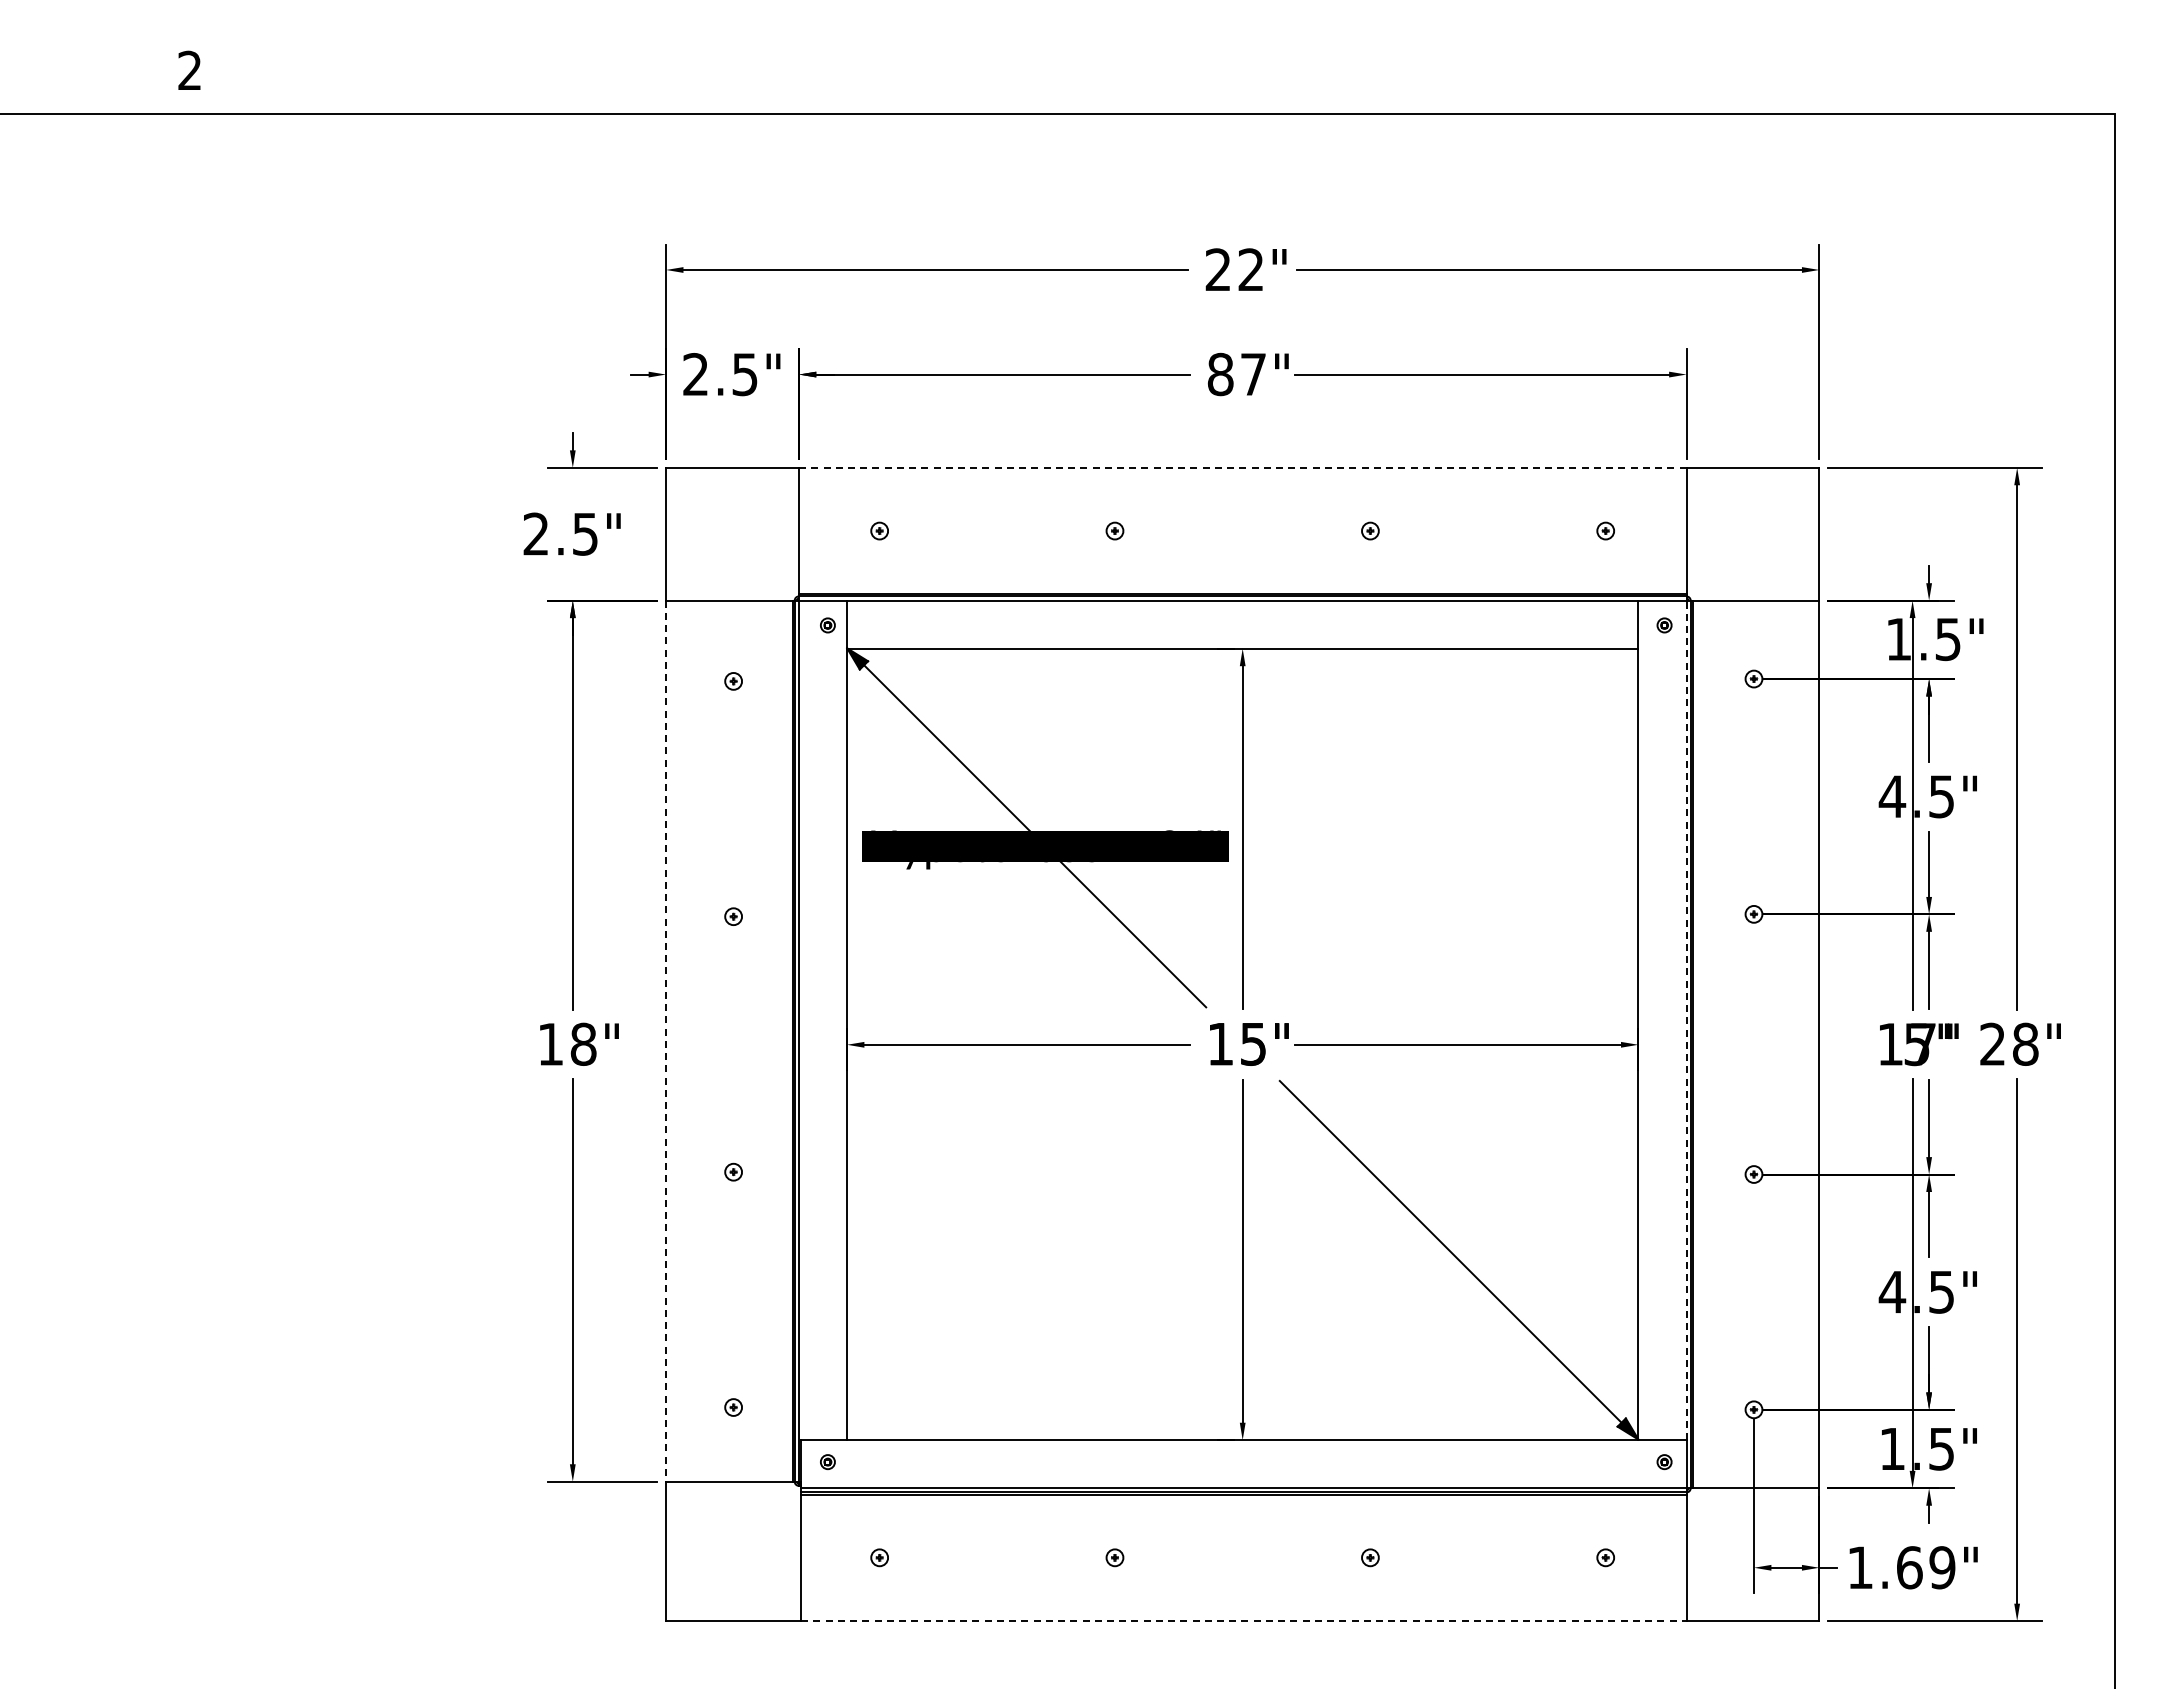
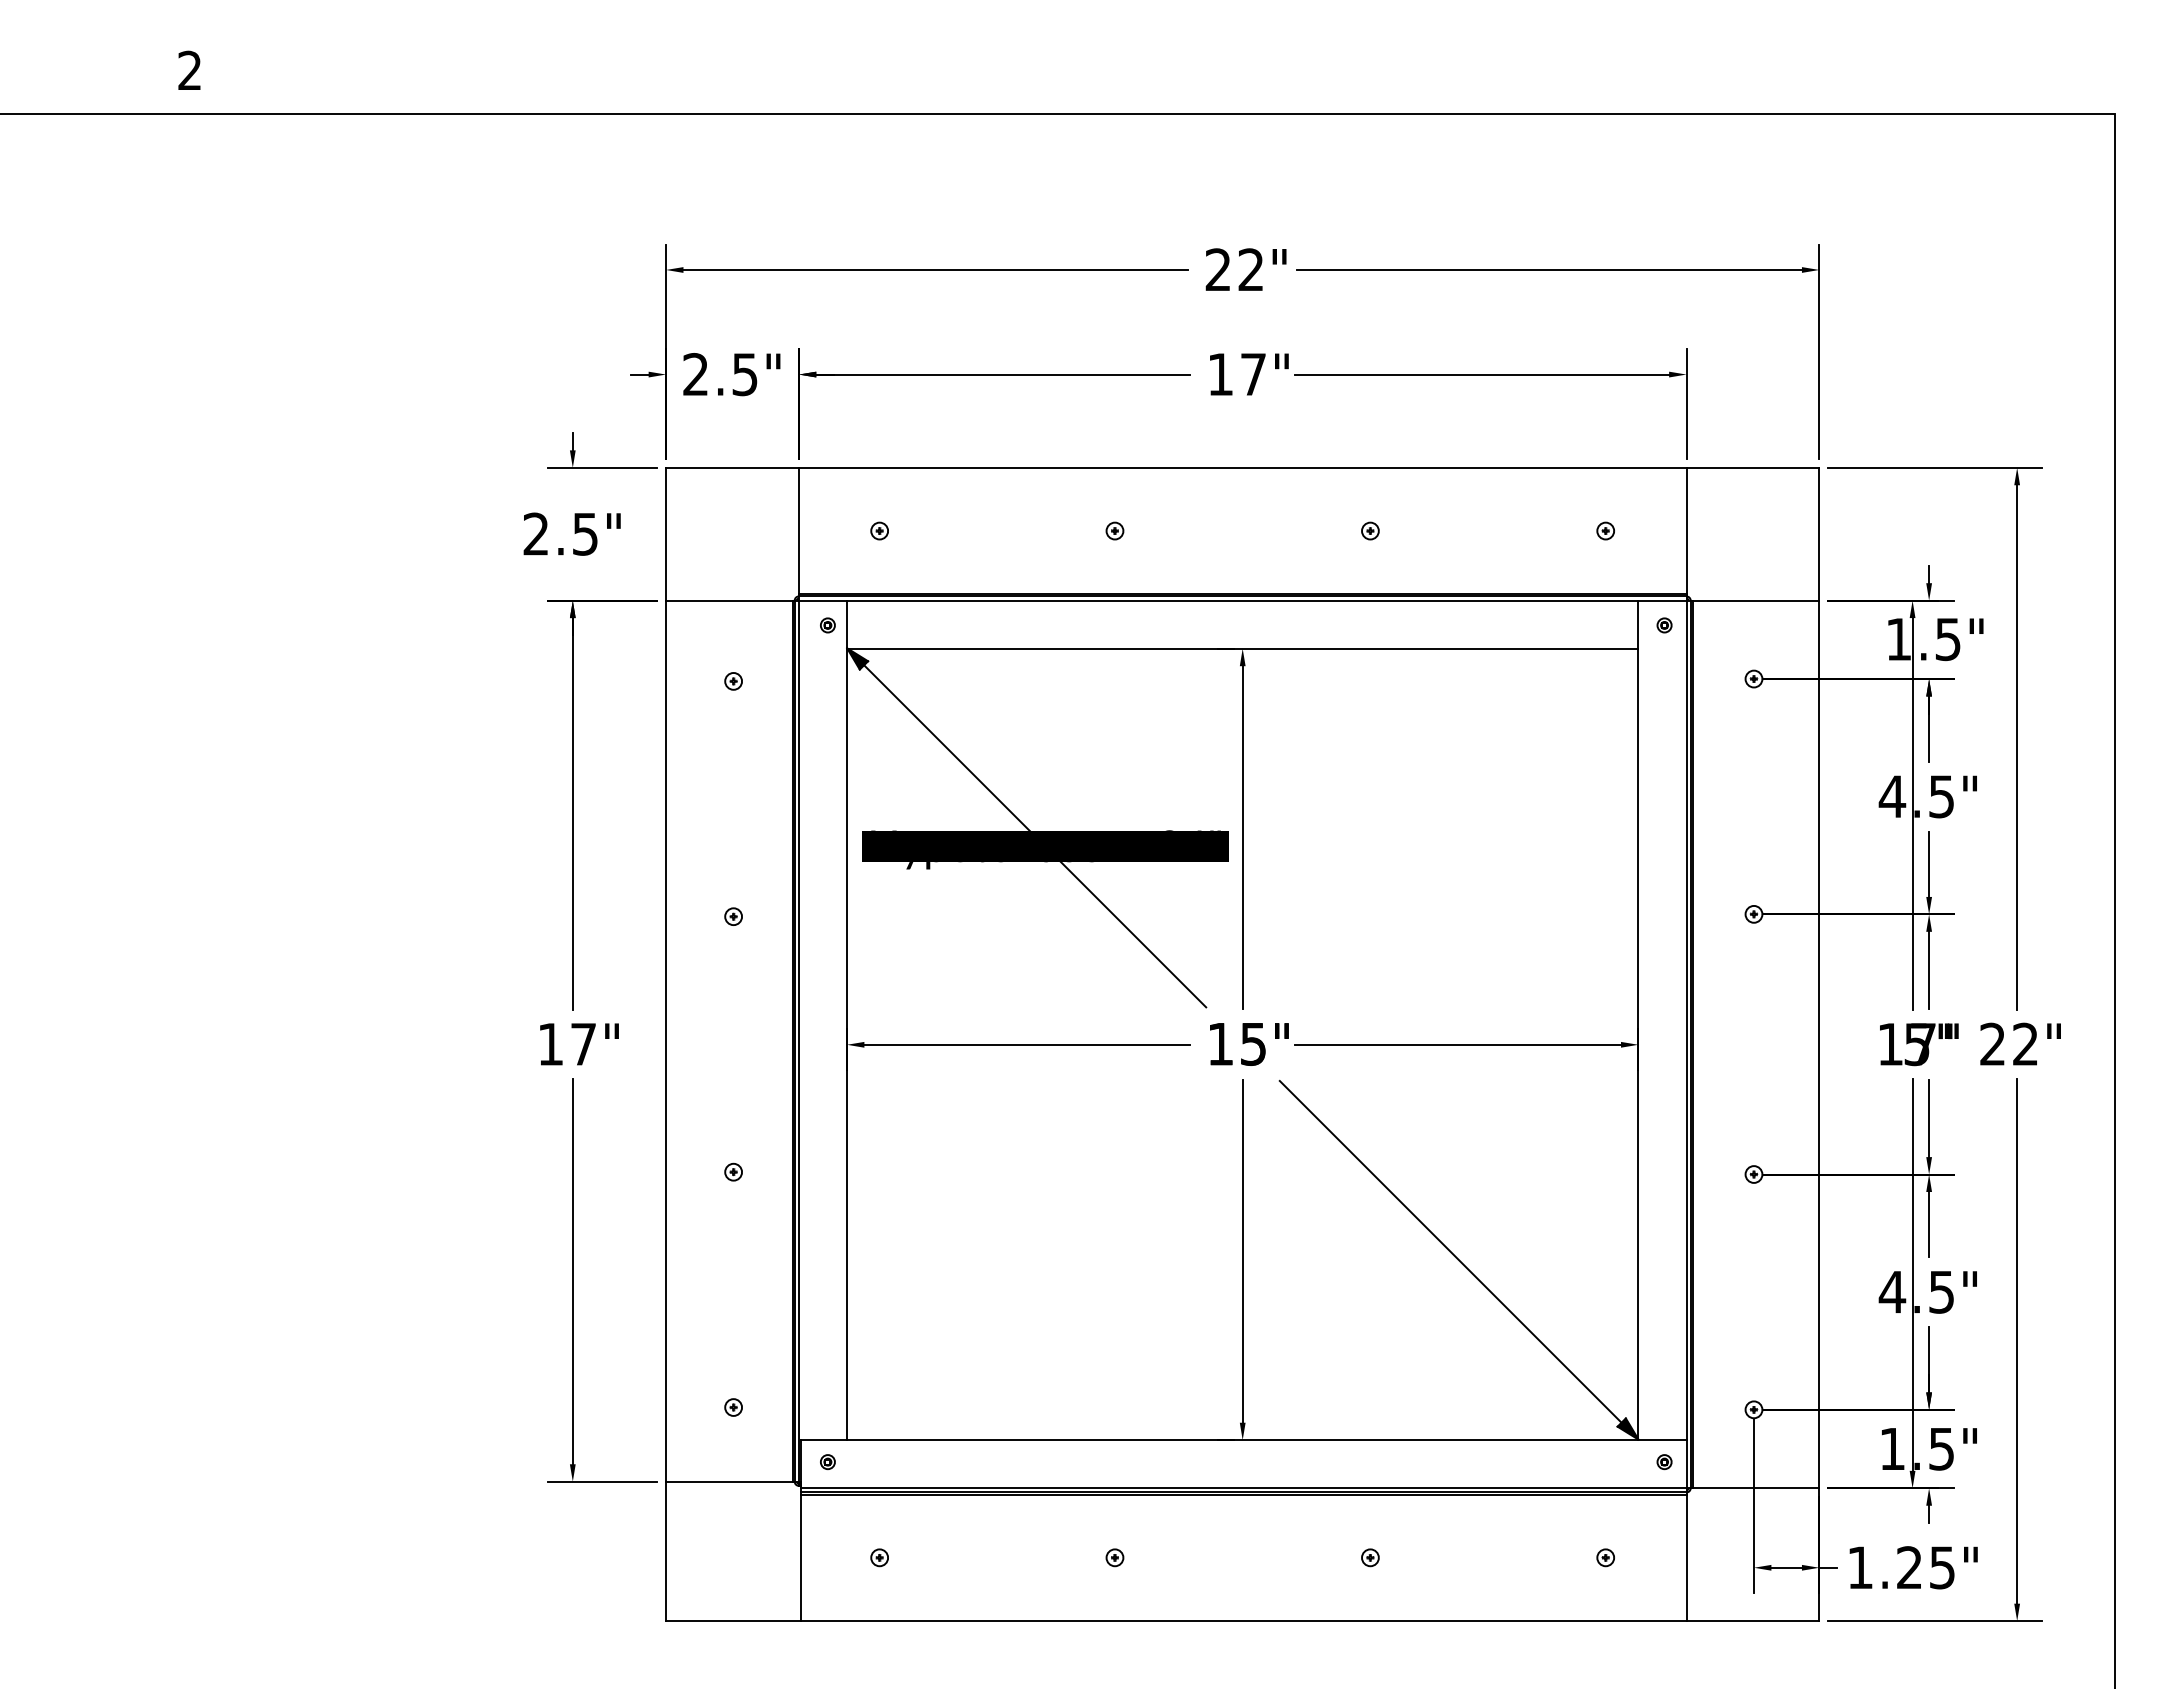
text at (1220, 374): 87" -> 17"
line at (1242, 467): dashed -> solid
line at (1686, 1020): dashed -> solid
line at (666, 1041): dashed -> solid
text at (583, 1043): 18" -> 17"
text at (2025, 1043): 28" -> 22"
text at (1926, 1567): 1.69" -> 1.25"
line at (1243, 1621): dashed -> solid
